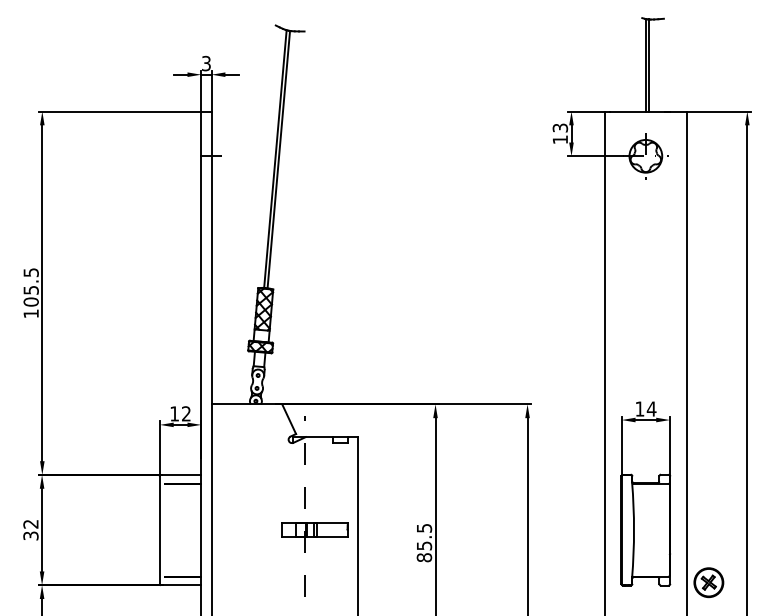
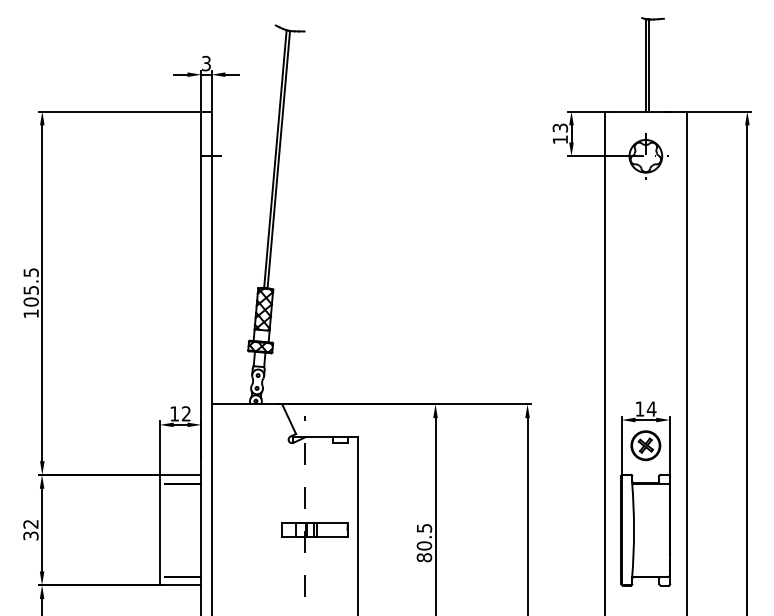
text at (424, 545): 85.5 -> 80.5
part at (708, 582) position: (708, 582) -> (645, 445)
